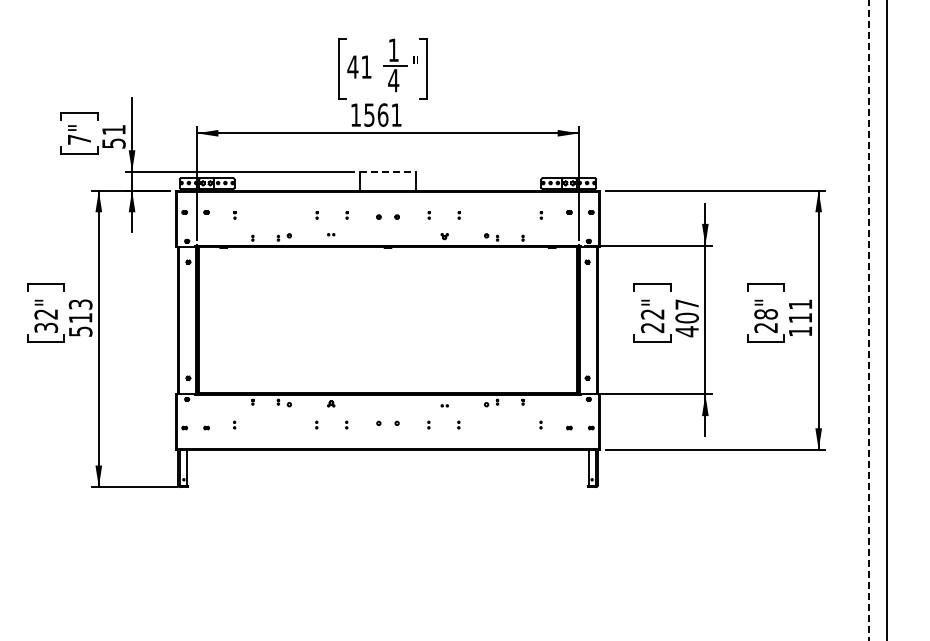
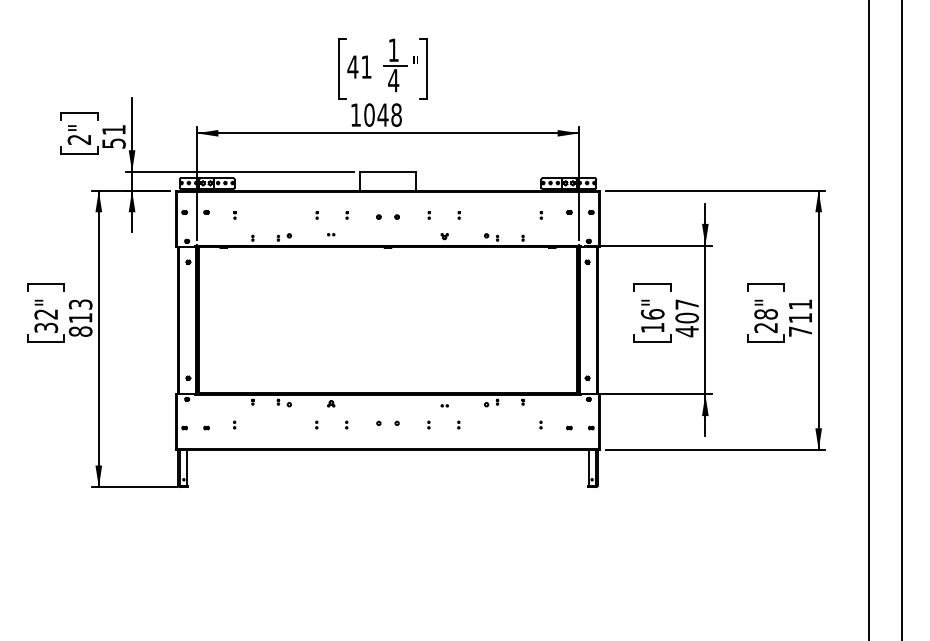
text at (382, 114): 1561 -> 1048
text at (78, 139): 7" -> 2"
line at (388, 171): dashed -> solid
line at (887, 319) position: (887, 319) -> (902, 319)
line at (869, 320): dashed -> solid
text at (652, 321): 22" -> 16"
text at (80, 331): 513 -> 813
text at (800, 331): 111 -> 711
